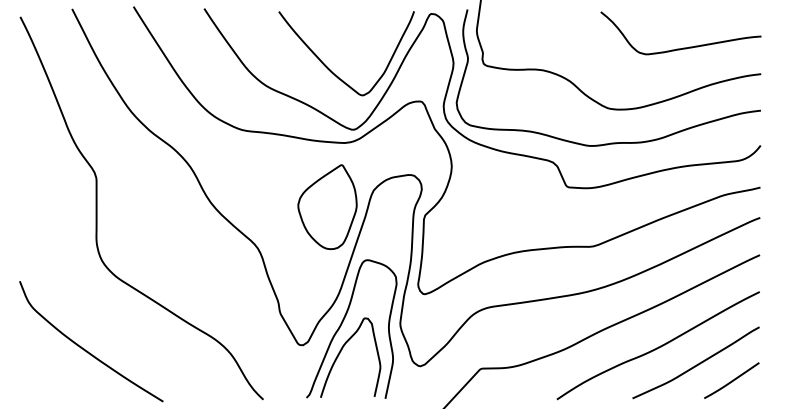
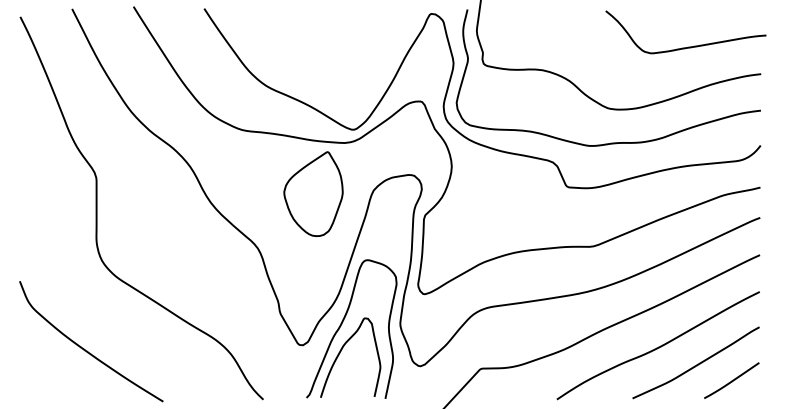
curve at (683, 47) position: (683, 47) -> (688, 46)
curve at (330, 69): present -> none
part at (327, 206) position: (327, 206) -> (313, 193)
